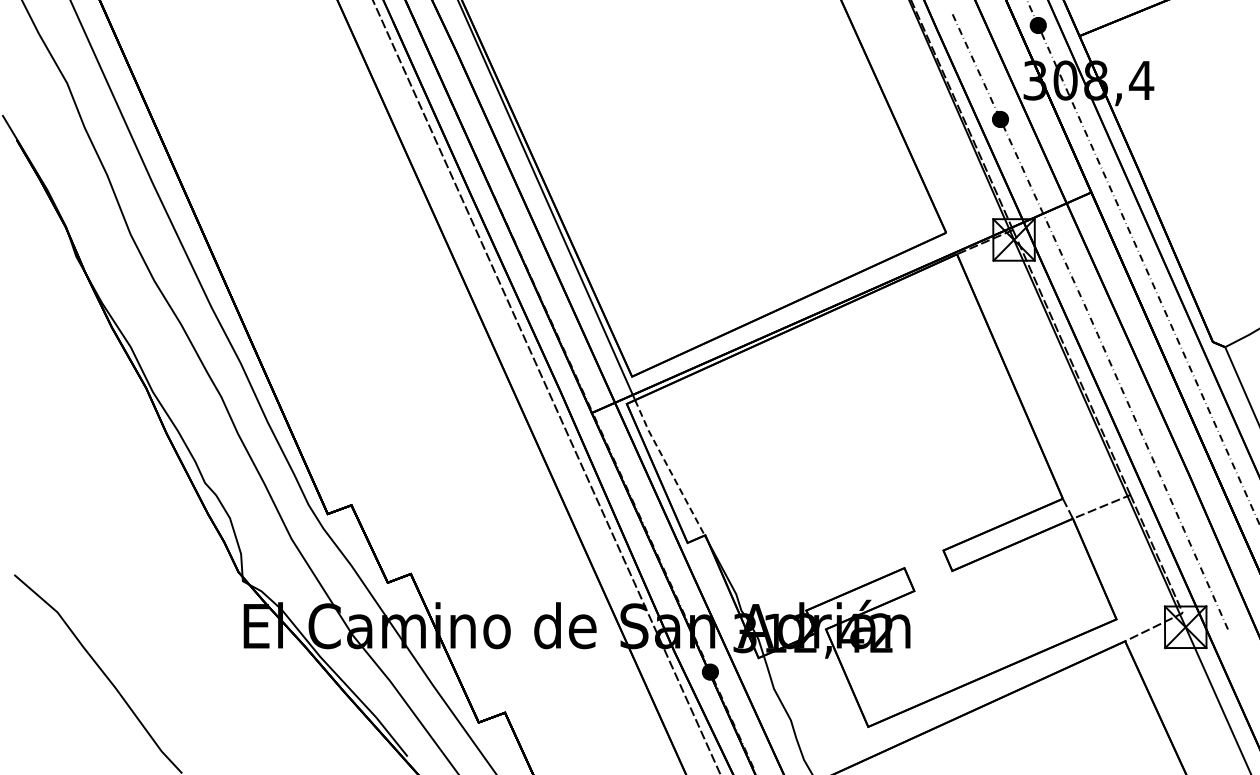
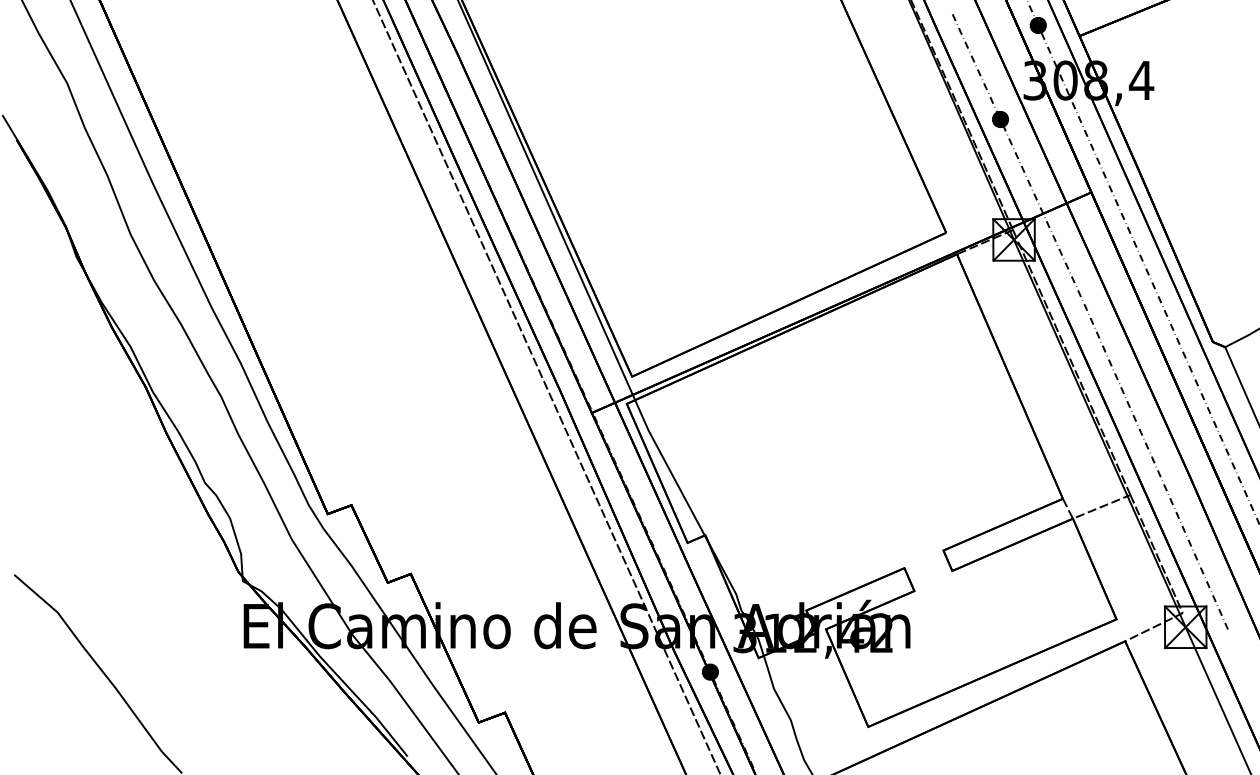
line at (668, 468): dashed -> solid
